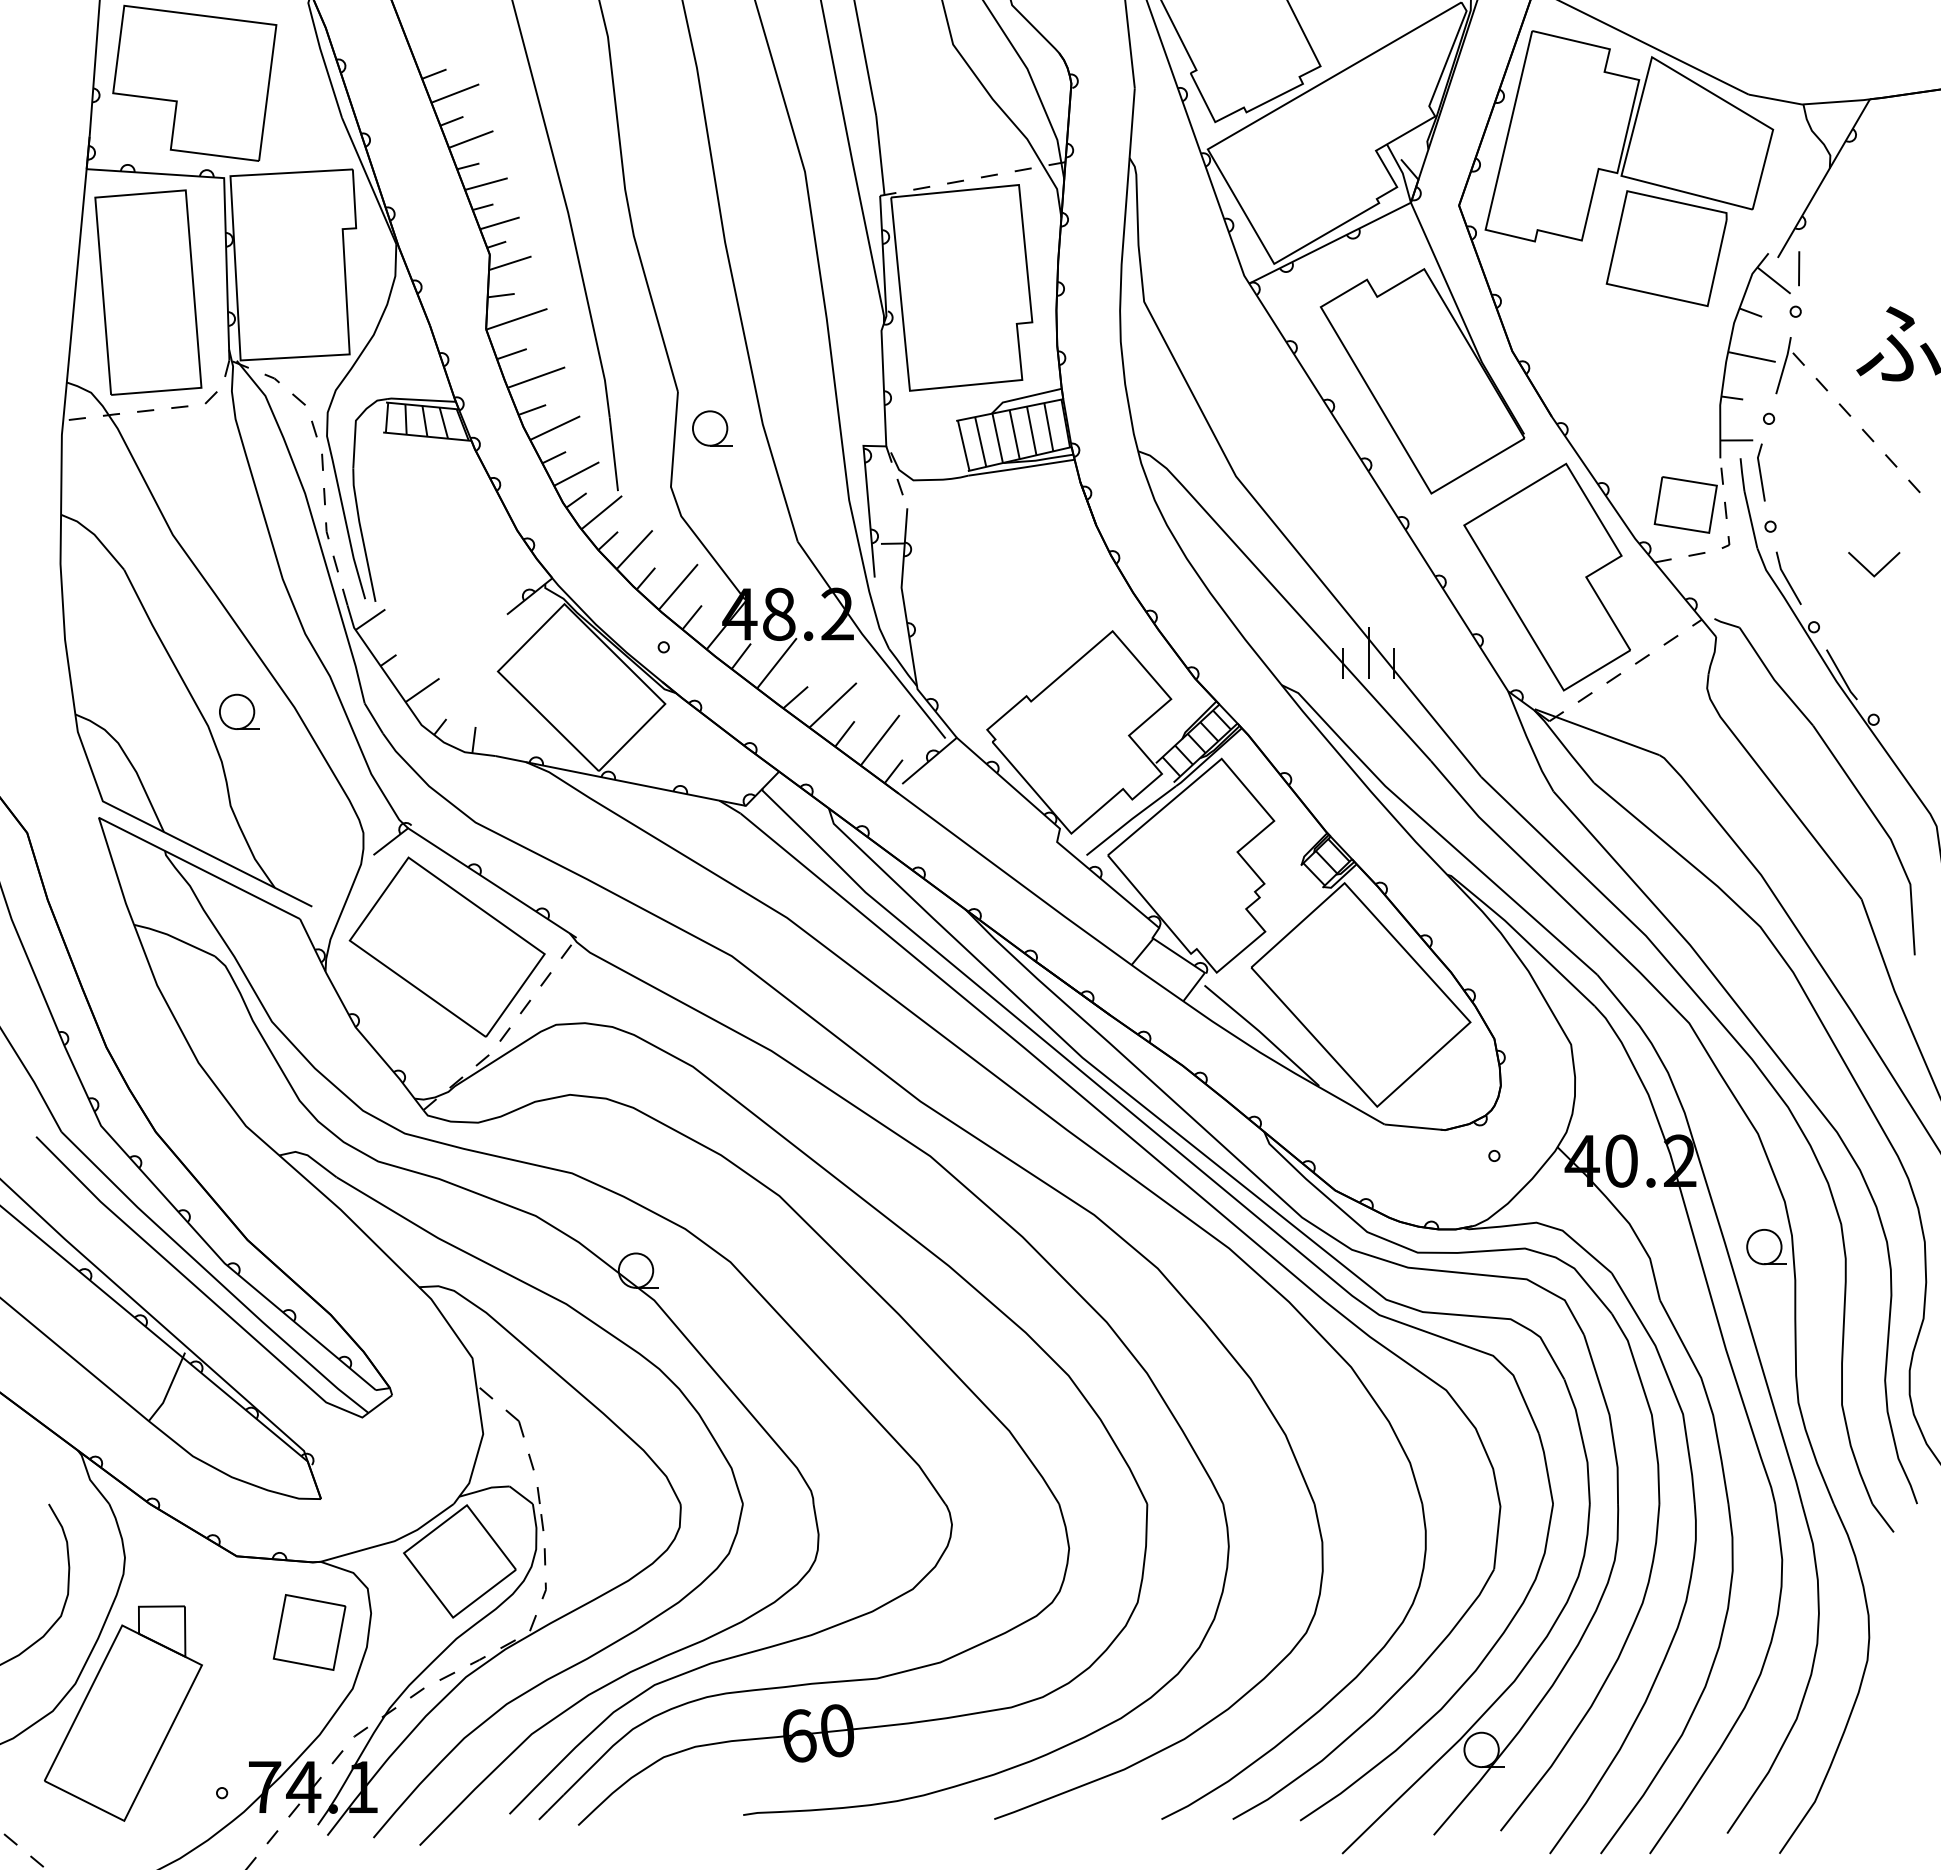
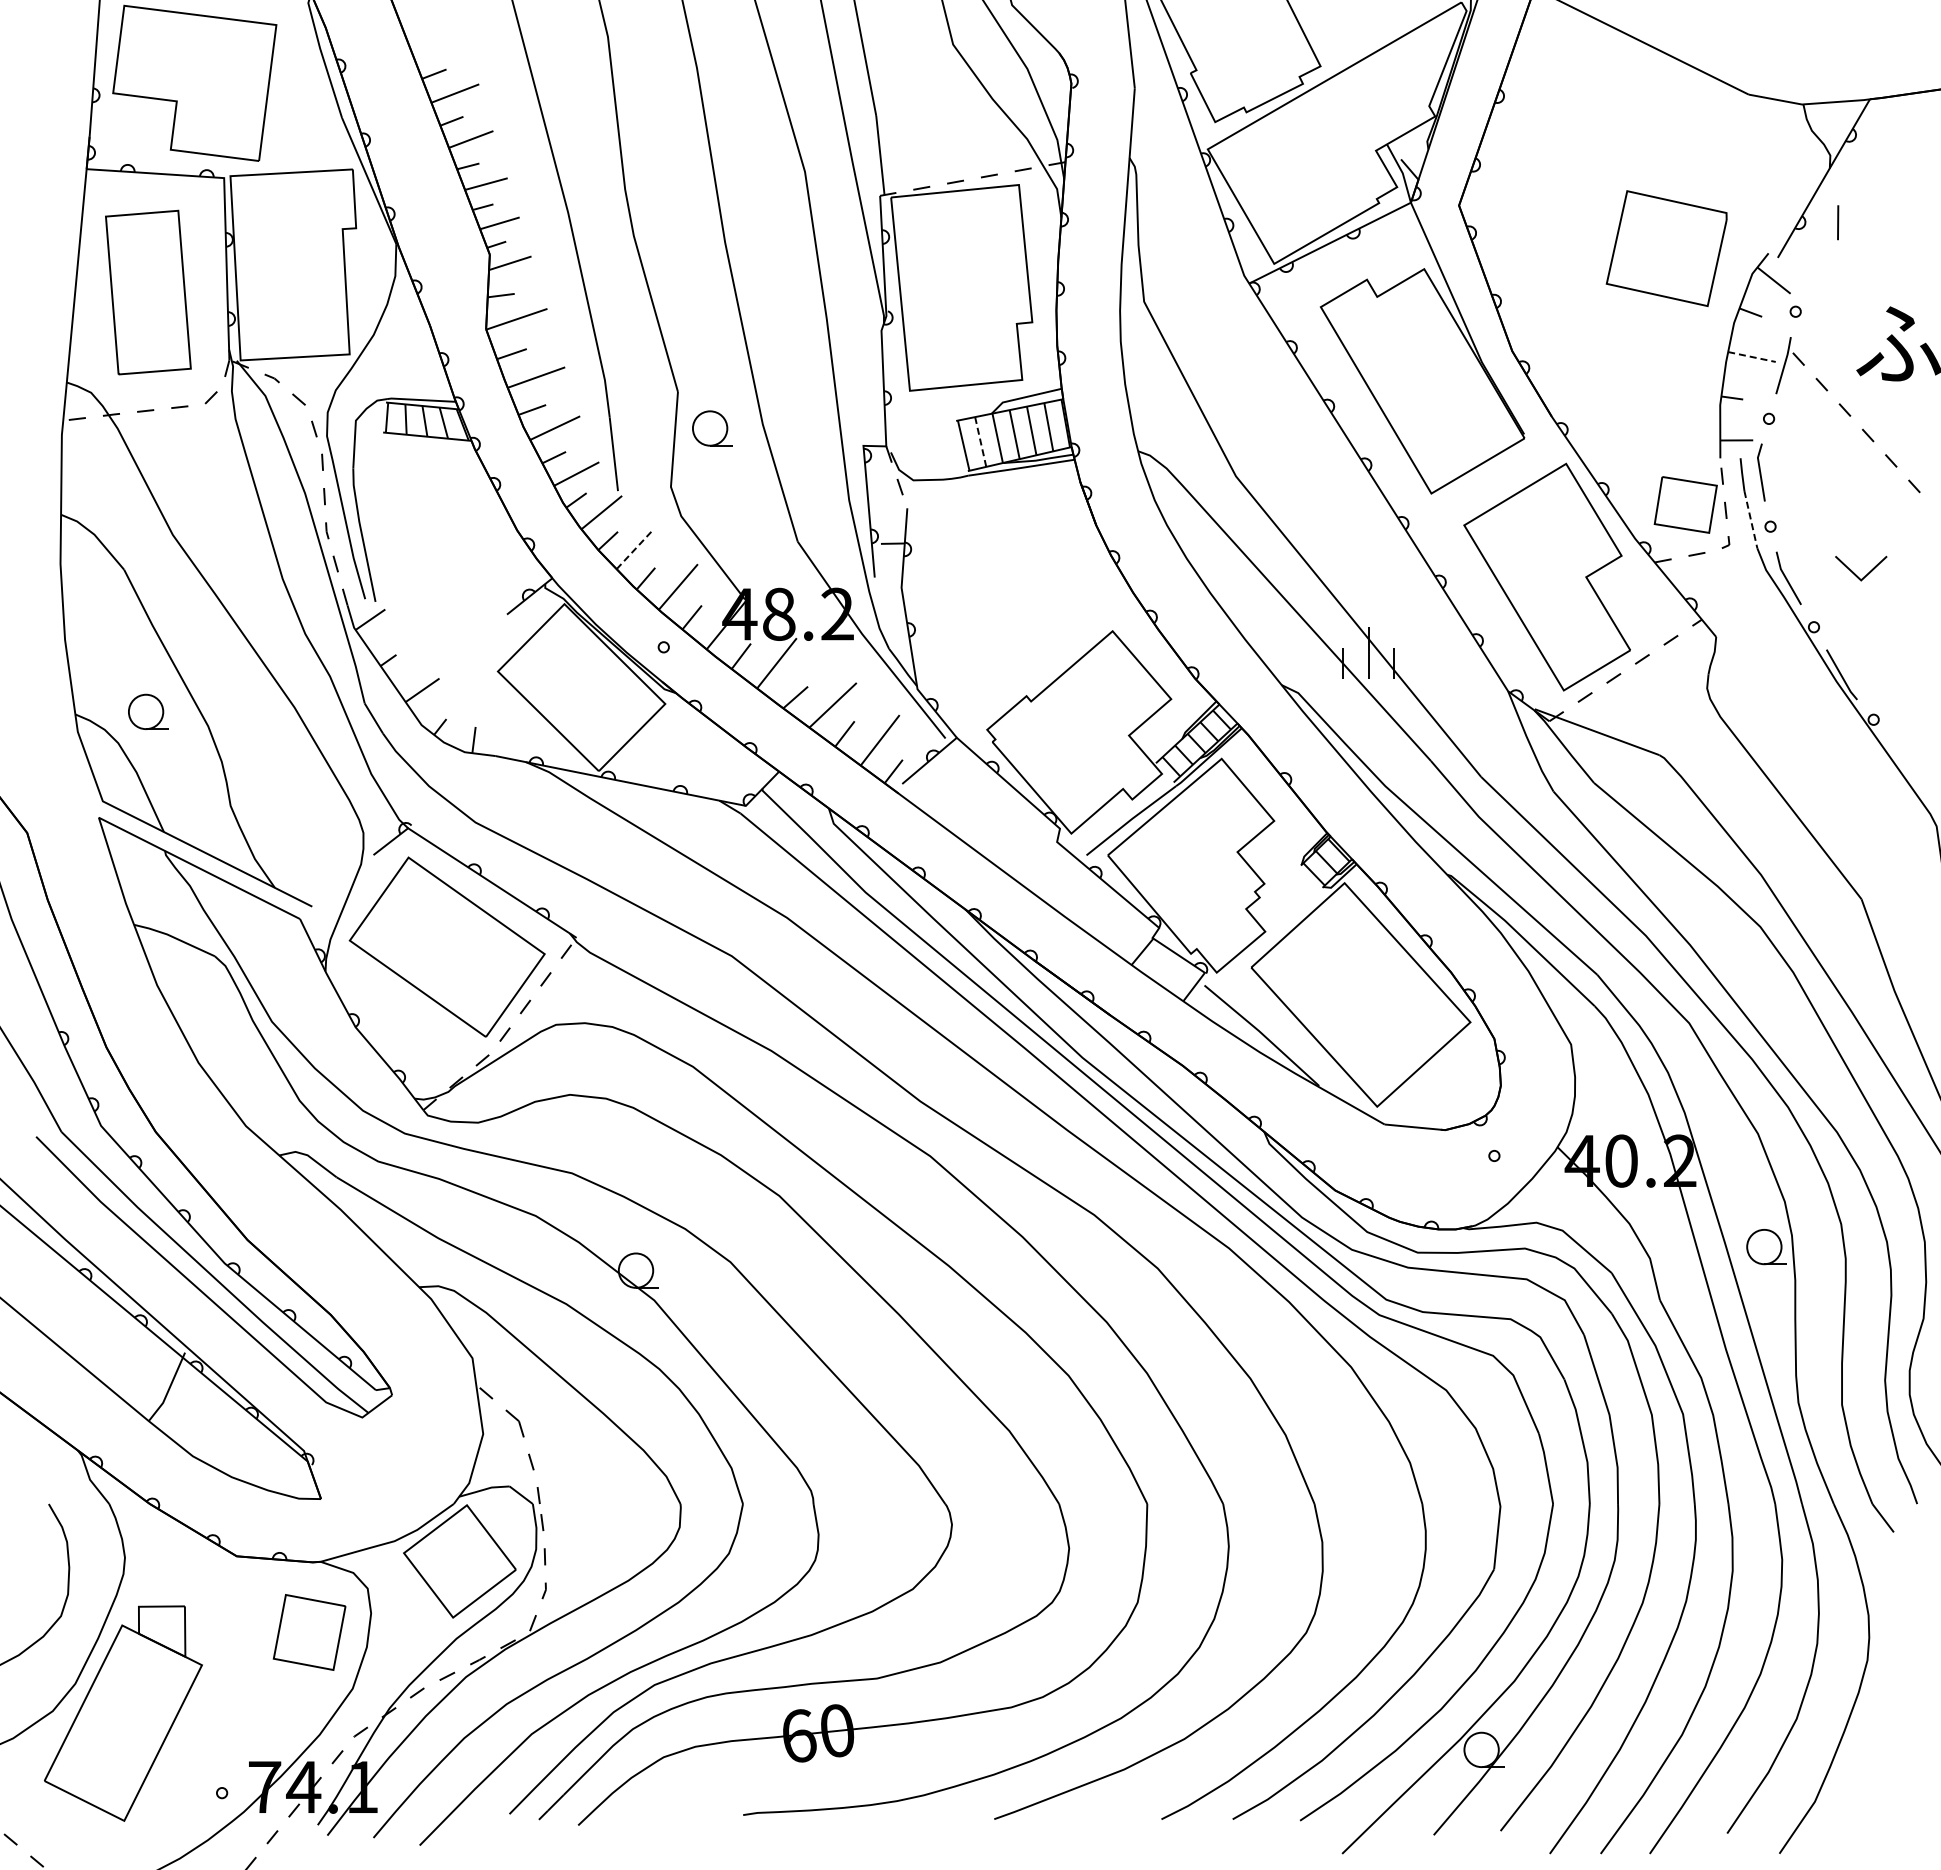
part at (1629, 136): present -> none
line at (1799, 268) position: (1799, 268) -> (1838, 222)
part at (148, 292) size: 109x207 px -> 87x167 px
line at (1752, 357): solid -> dashed
line at (980, 442): solid -> dashed
line at (1750, 520): solid -> dashed
line at (634, 549): solid -> dashed
part at (1868, 569) position: (1868, 569) -> (1855, 573)
part at (239, 711) position: (239, 711) -> (148, 711)
part at (1841, 769): present -> none
